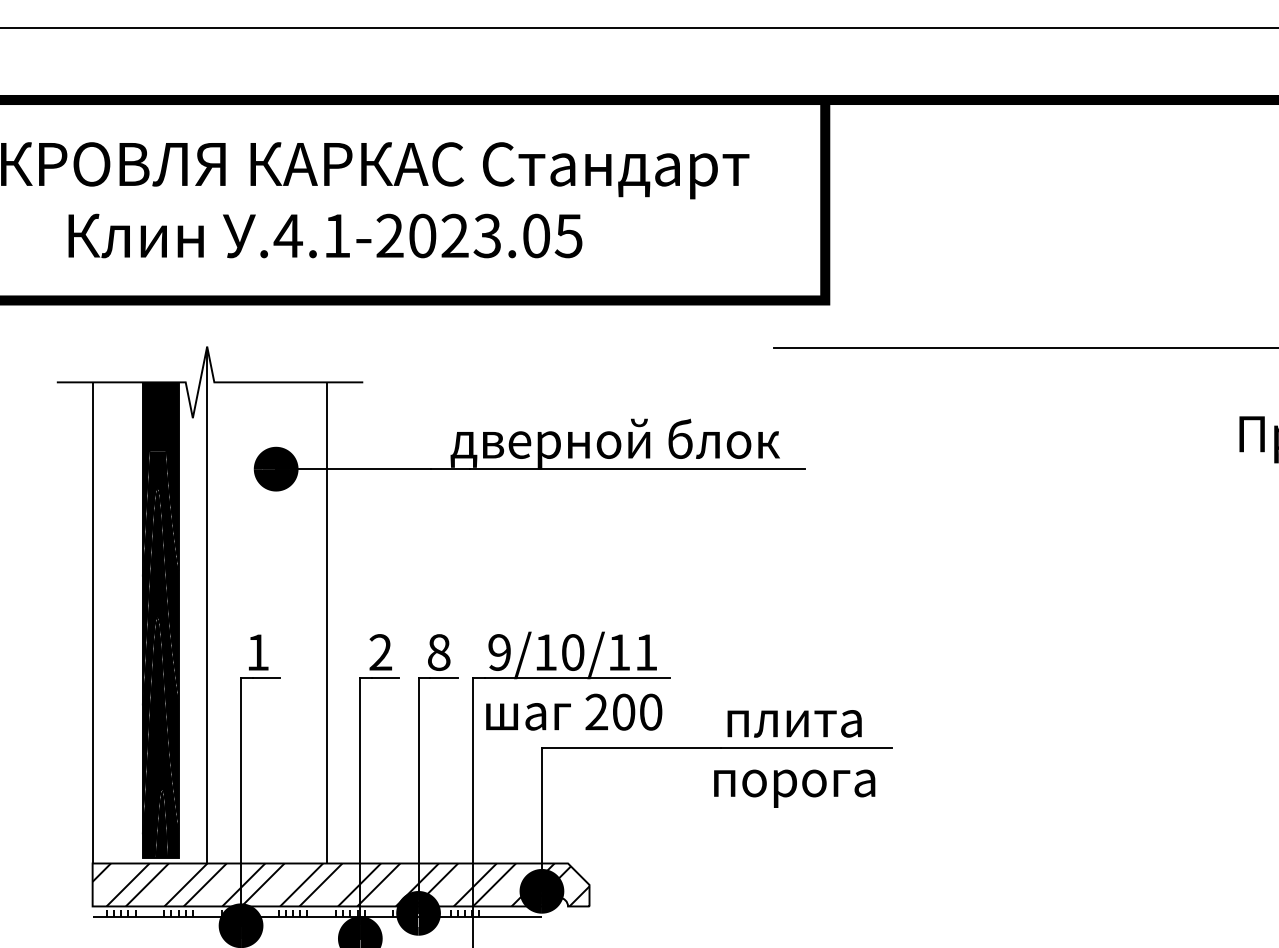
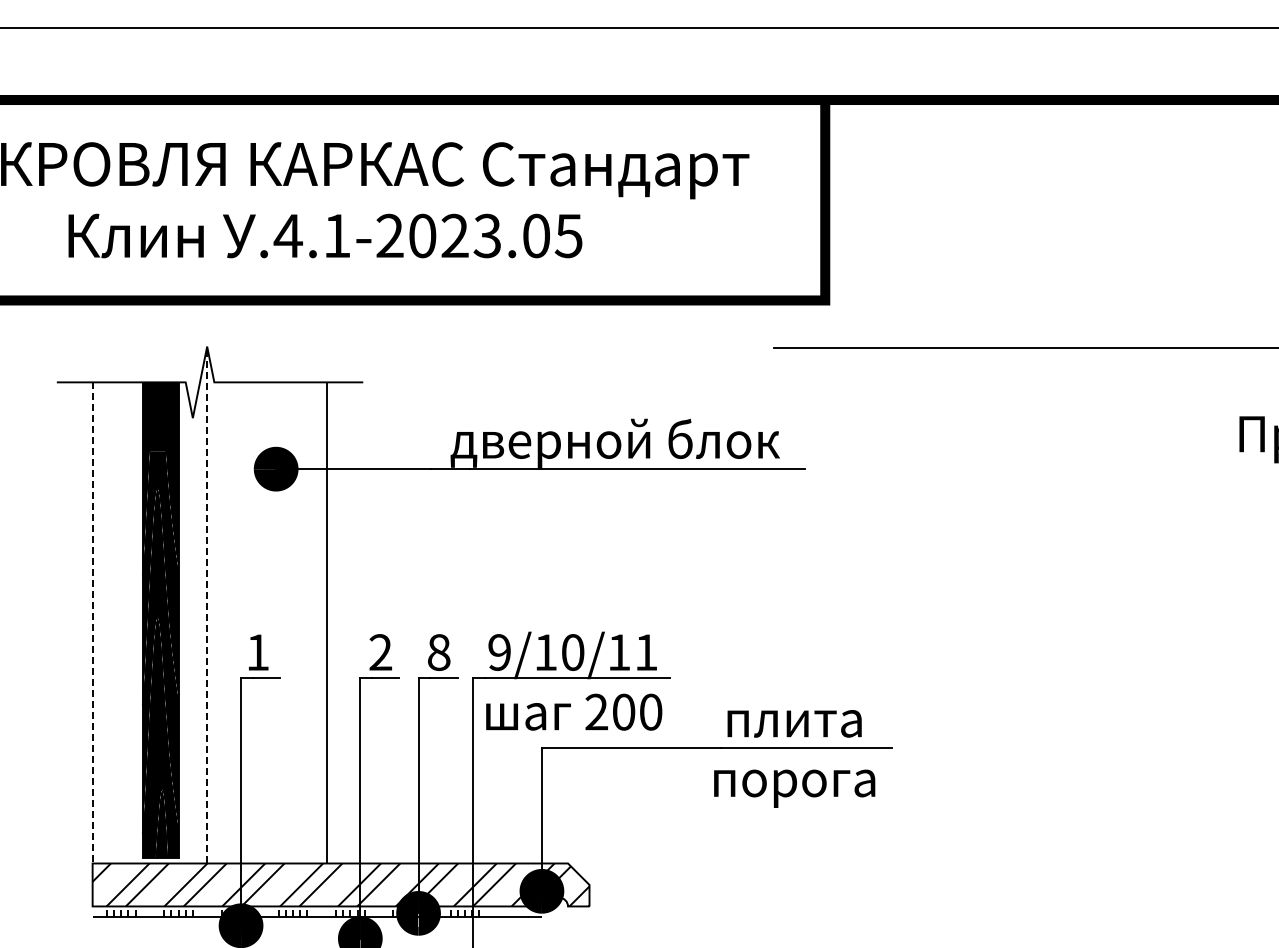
line at (207, 604): solid -> dashed
line at (92, 622): solid -> dashed
